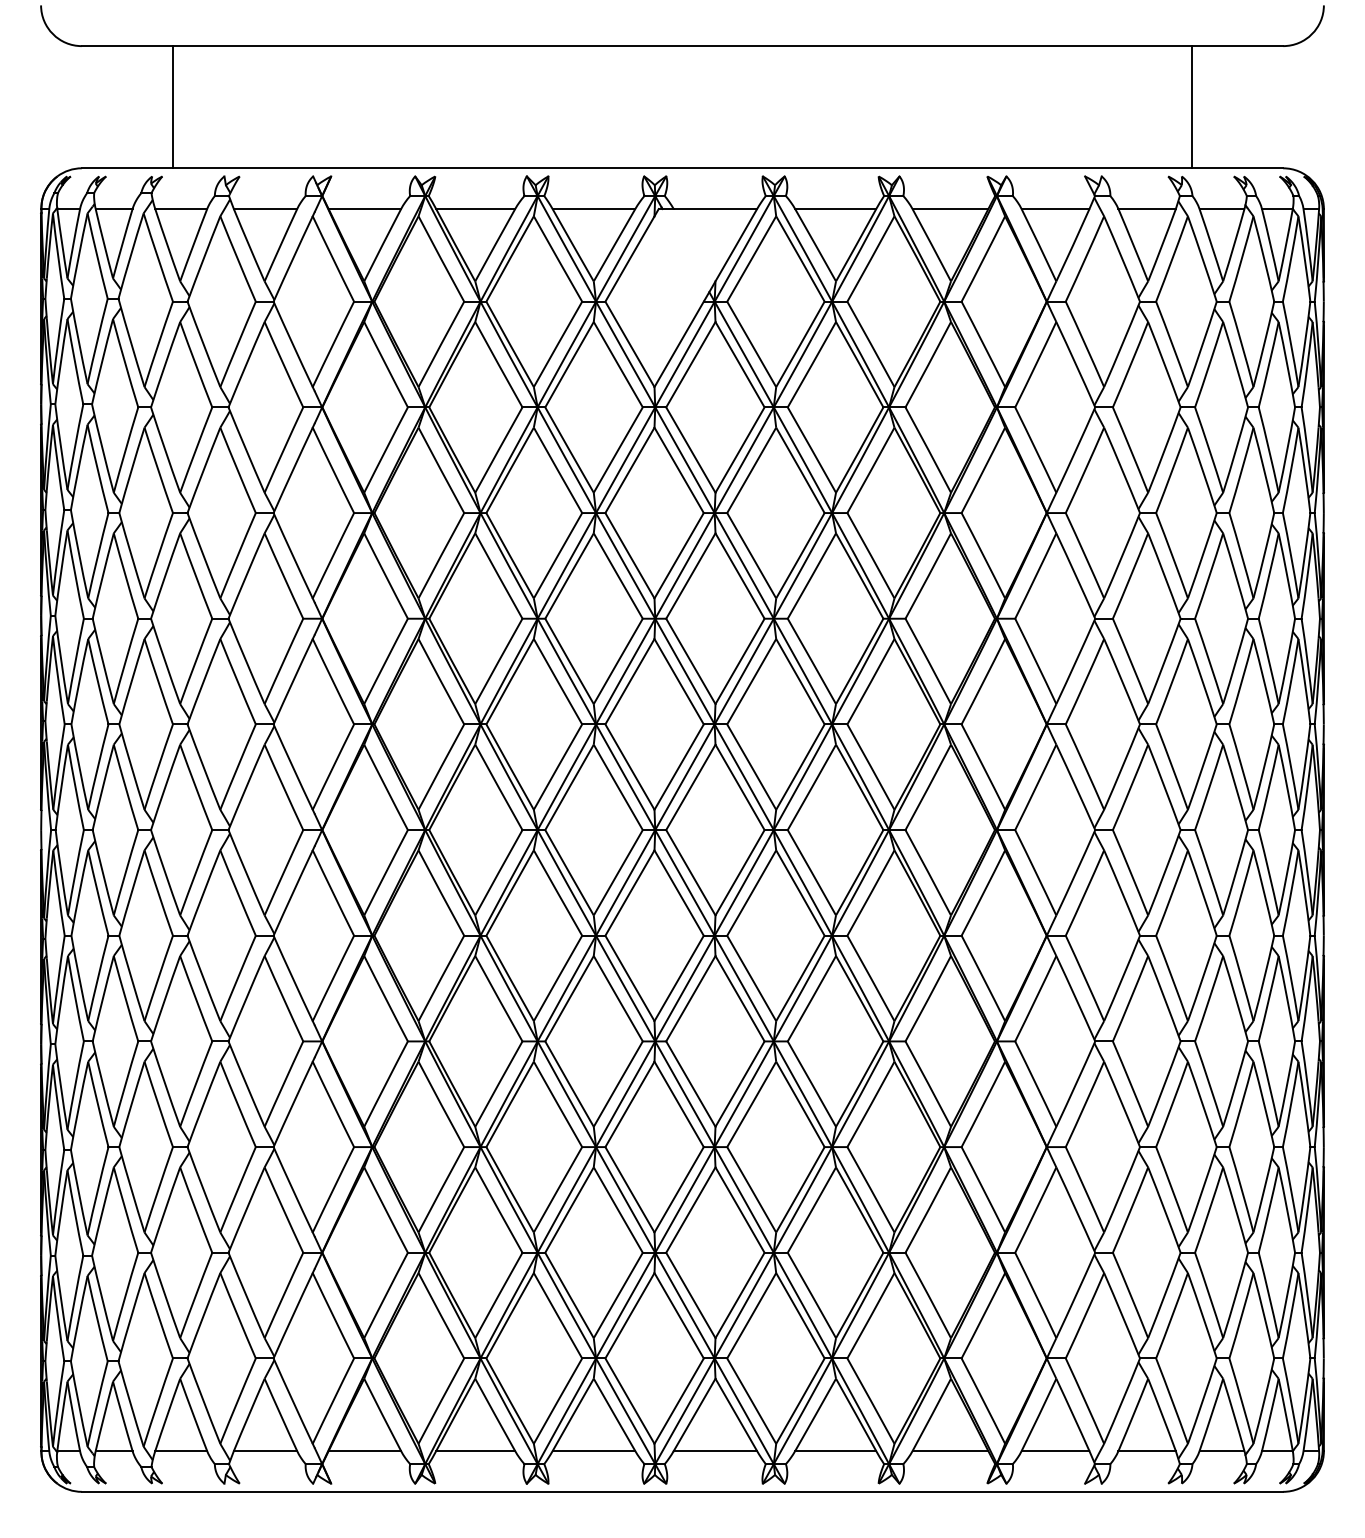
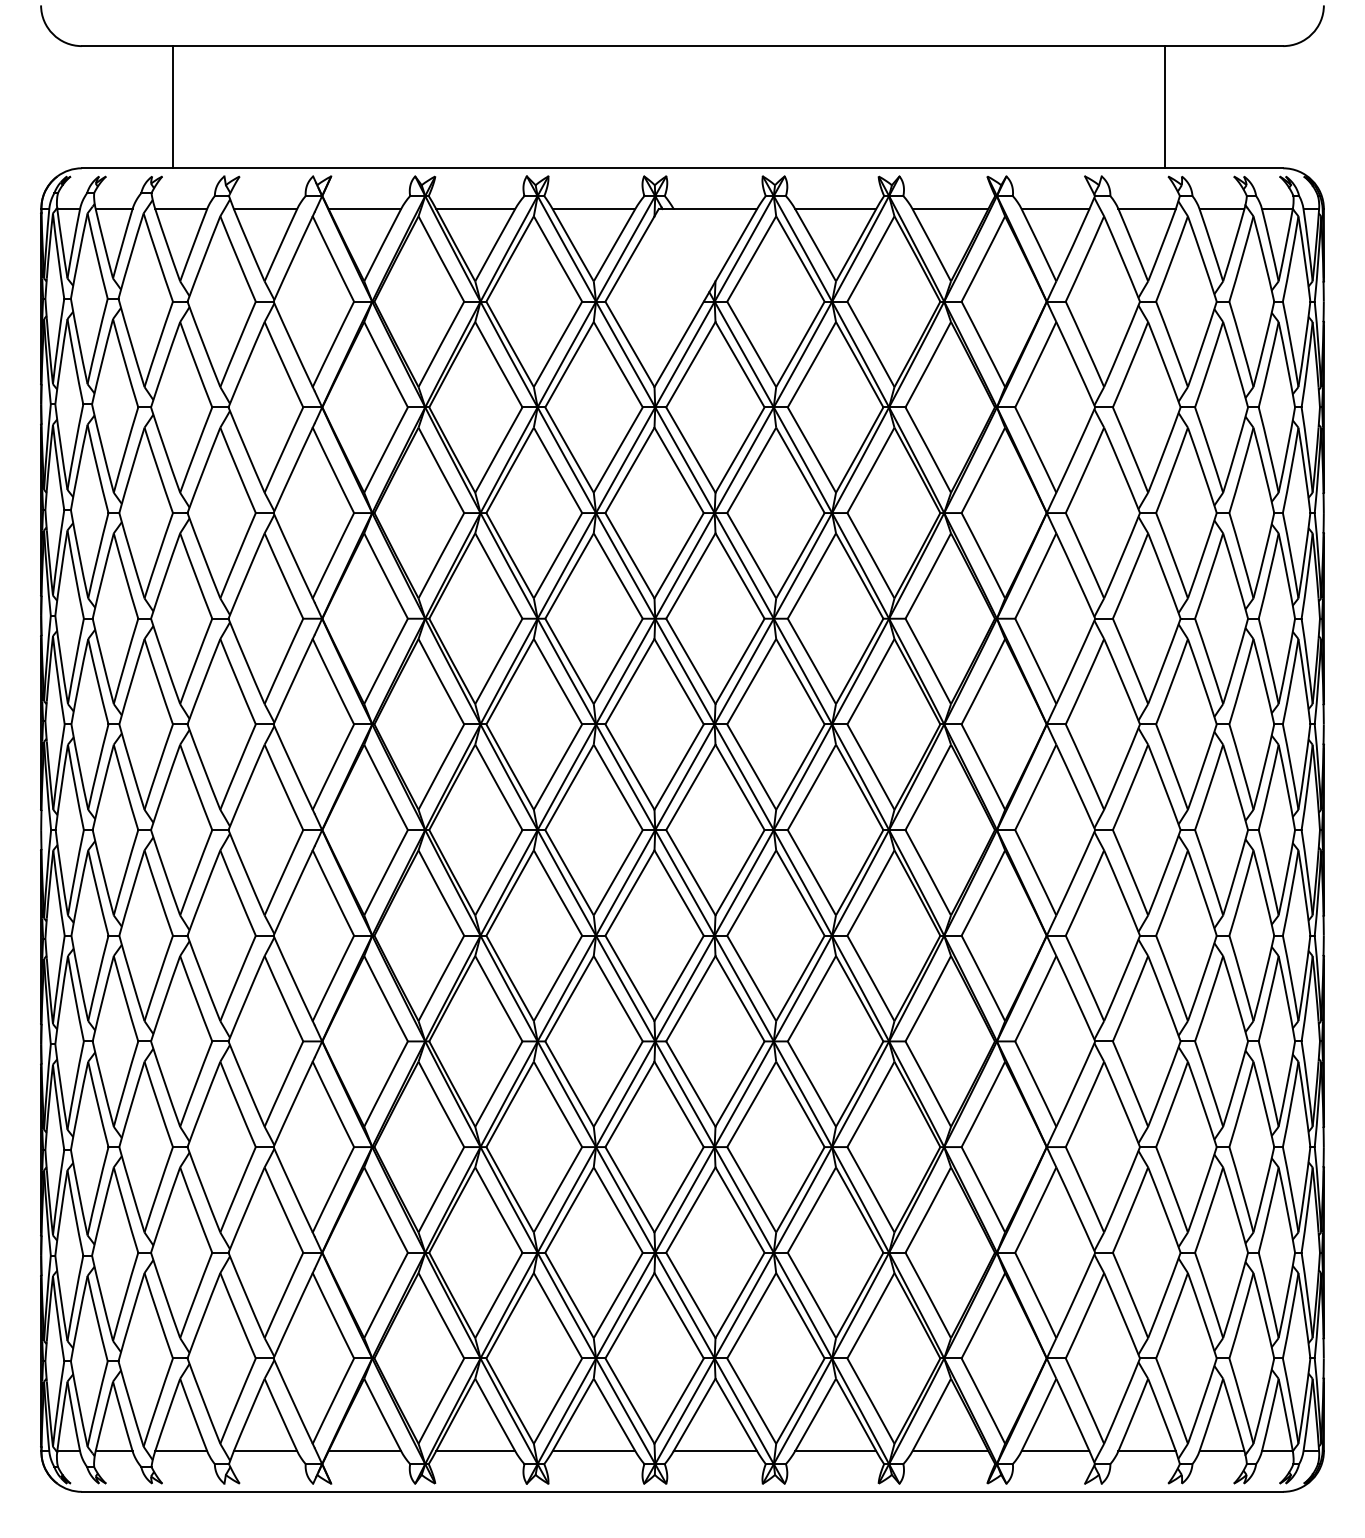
line at (1191, 107) position: (1191, 107) -> (1164, 107)
